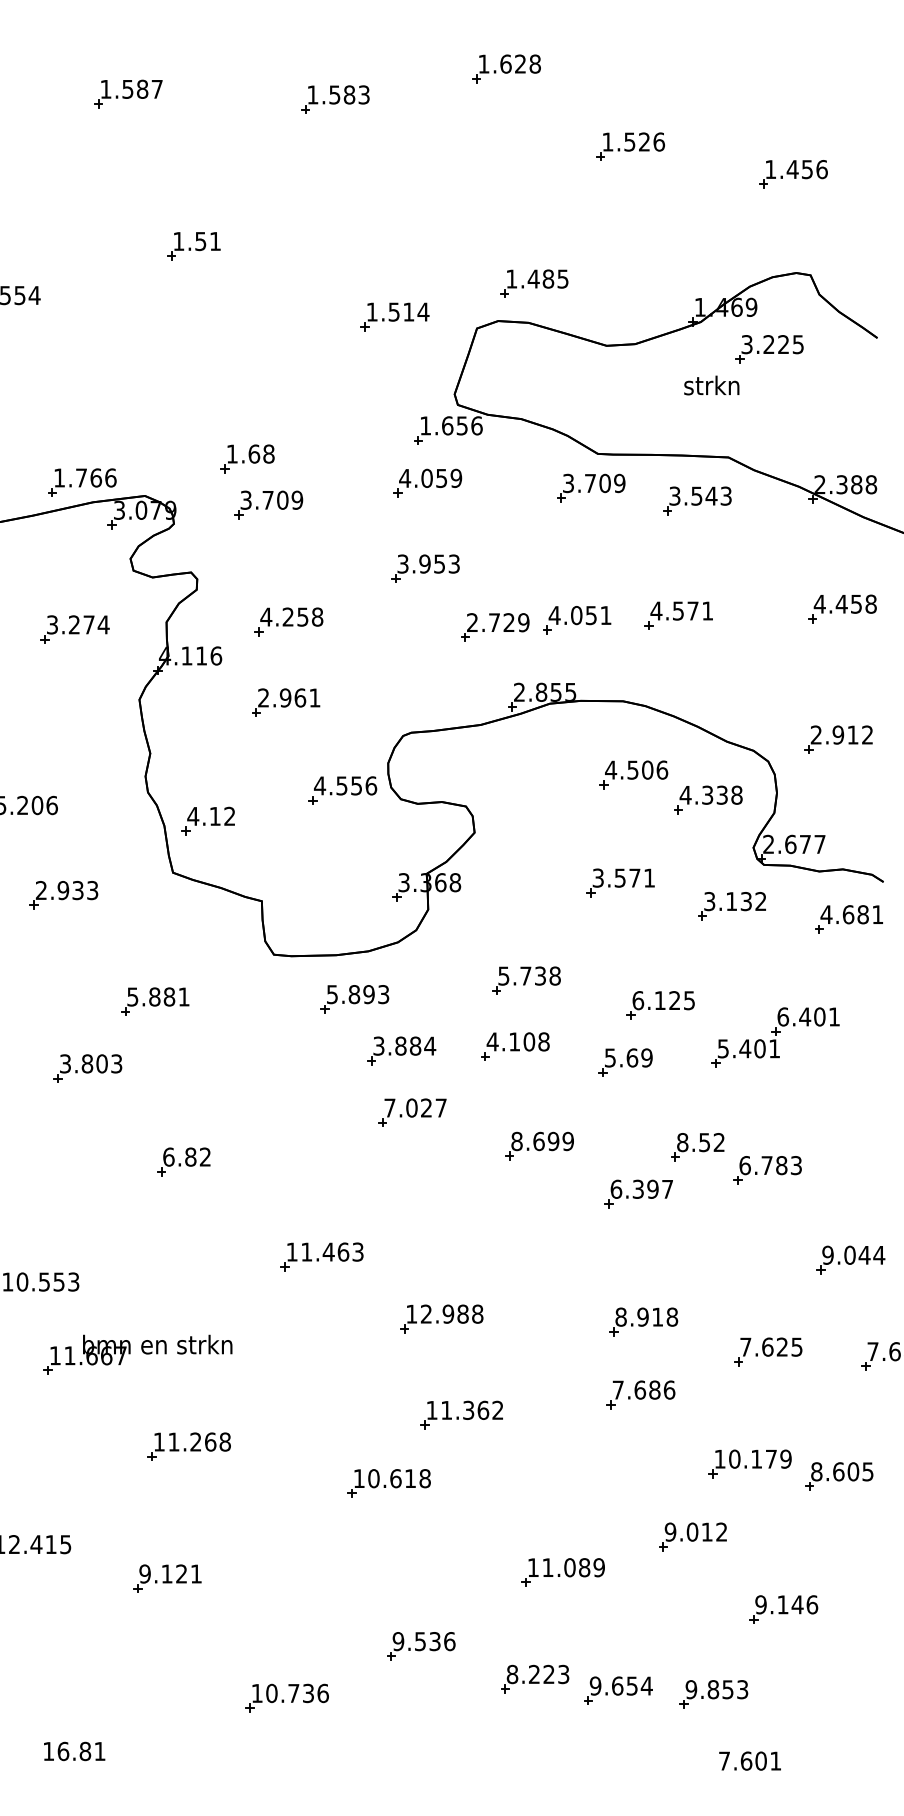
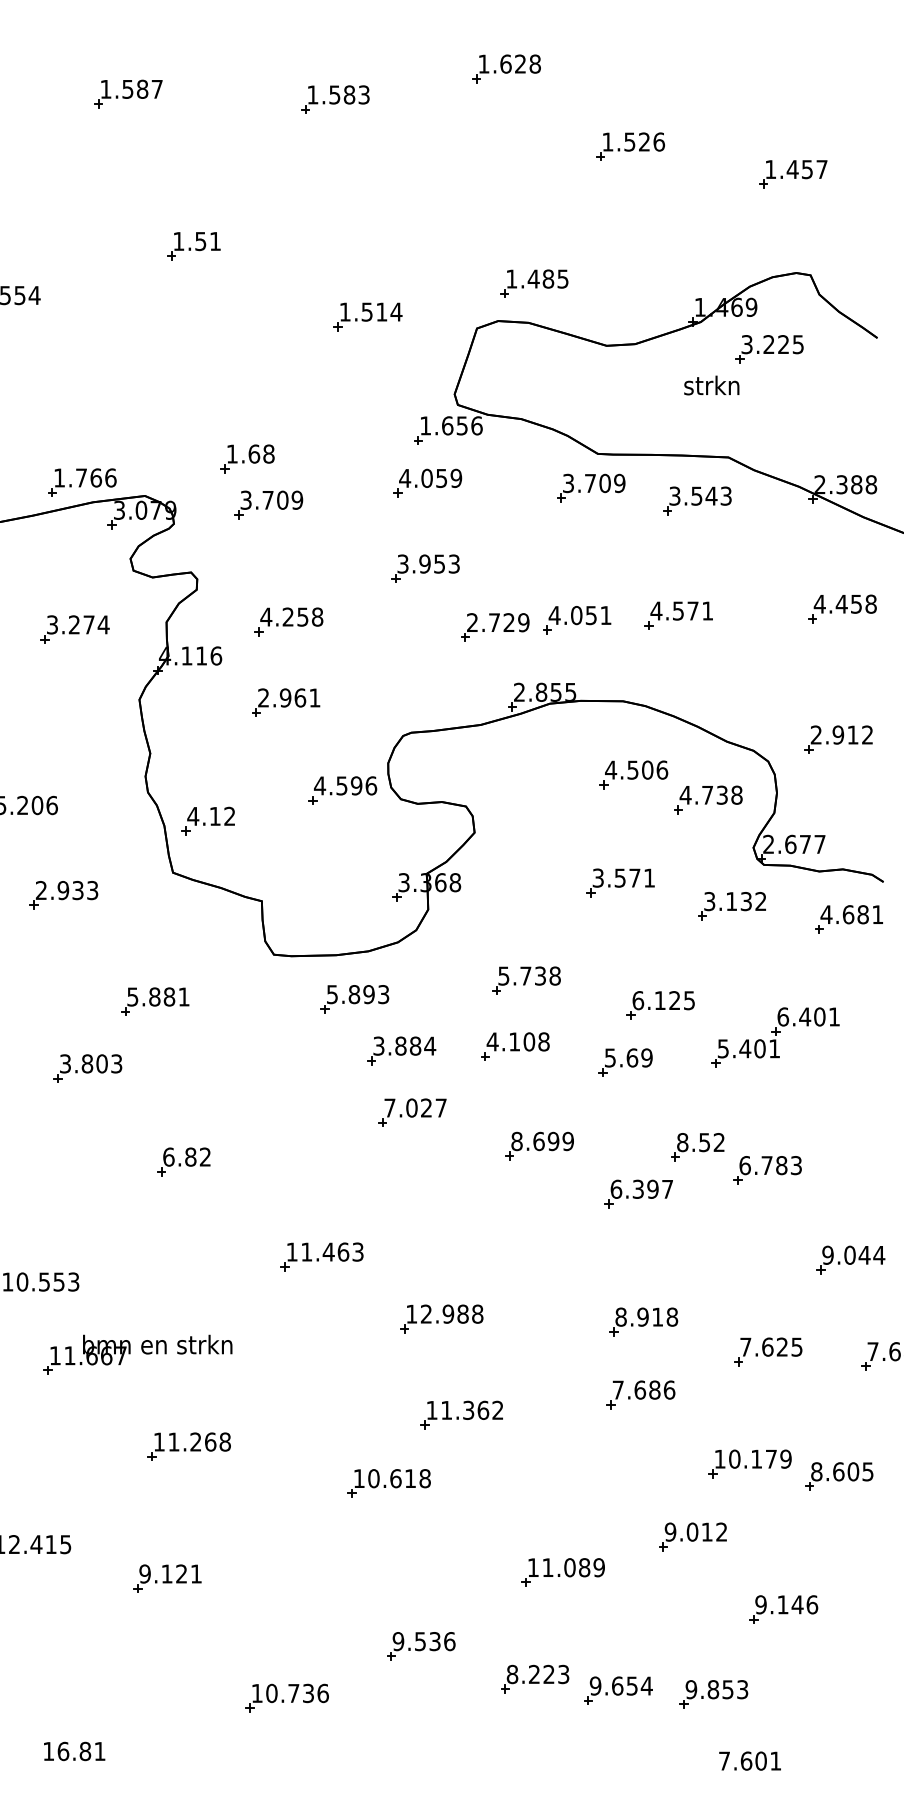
text at (821, 169): 1.456 -> 1.457
part at (394, 316) position: (394, 316) -> (367, 316)
text at (356, 785): 4.556 -> 4.596
text at (707, 794): 4.338 -> 4.738
